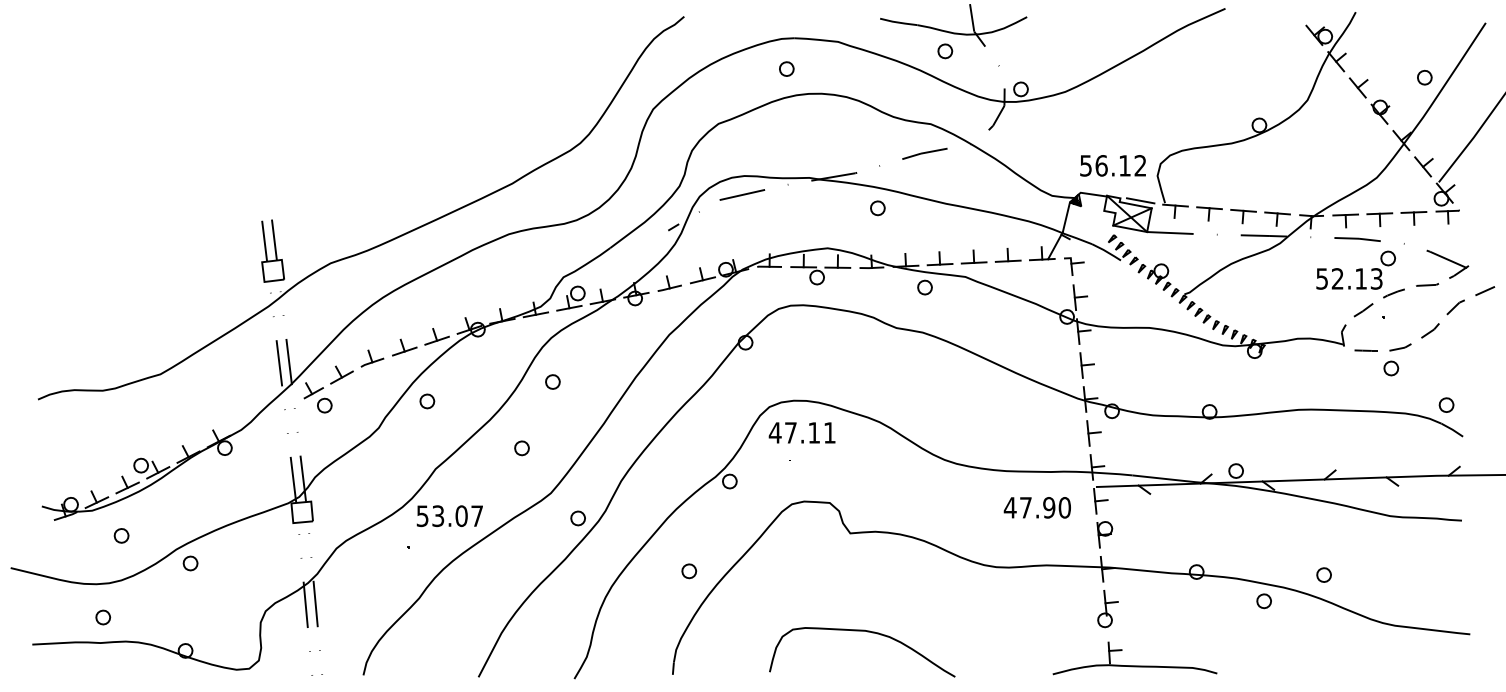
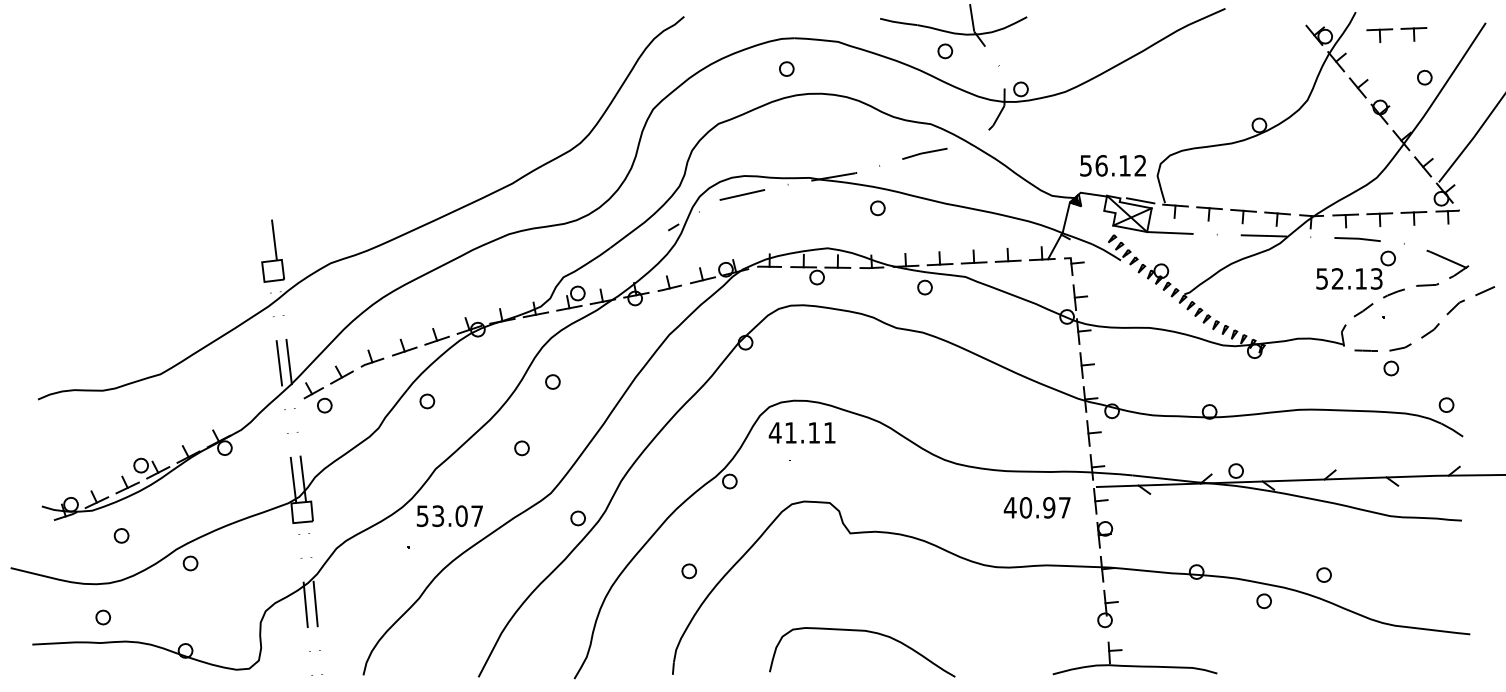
part at (1396, 34): none -> present
line at (264, 240): present -> none
text at (790, 432): 47.11 -> 41.11
text at (1044, 507): 47.90 -> 40.97
